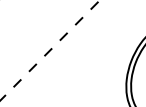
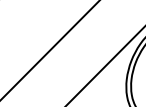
line at (49, 50): dashed -> solid
line at (105, 66): none -> present
